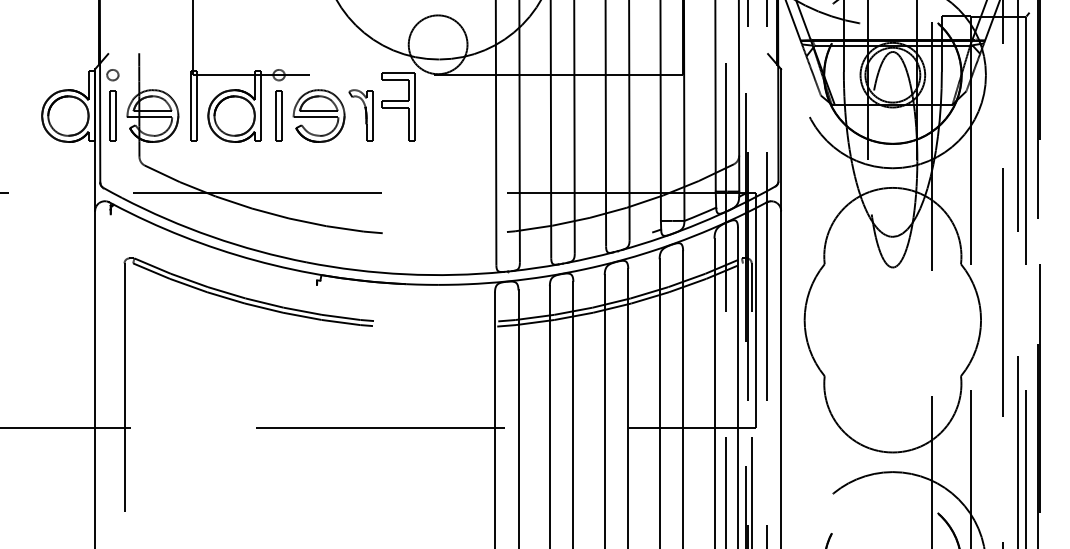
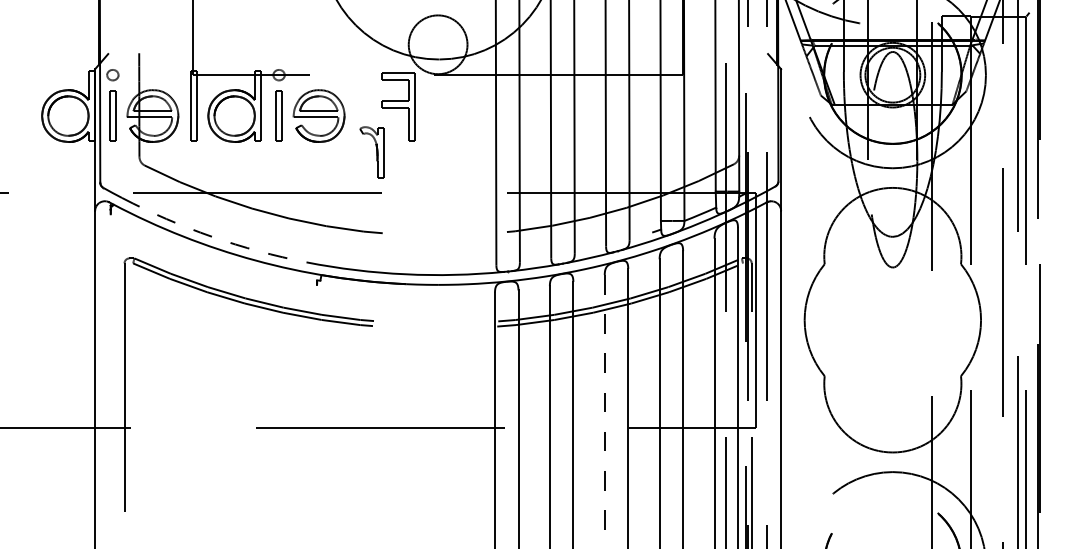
part at (360, 115) position: (360, 115) -> (371, 152)
arc at (212, 236): solid -> dashed
line at (604, 412): solid -> dashed
